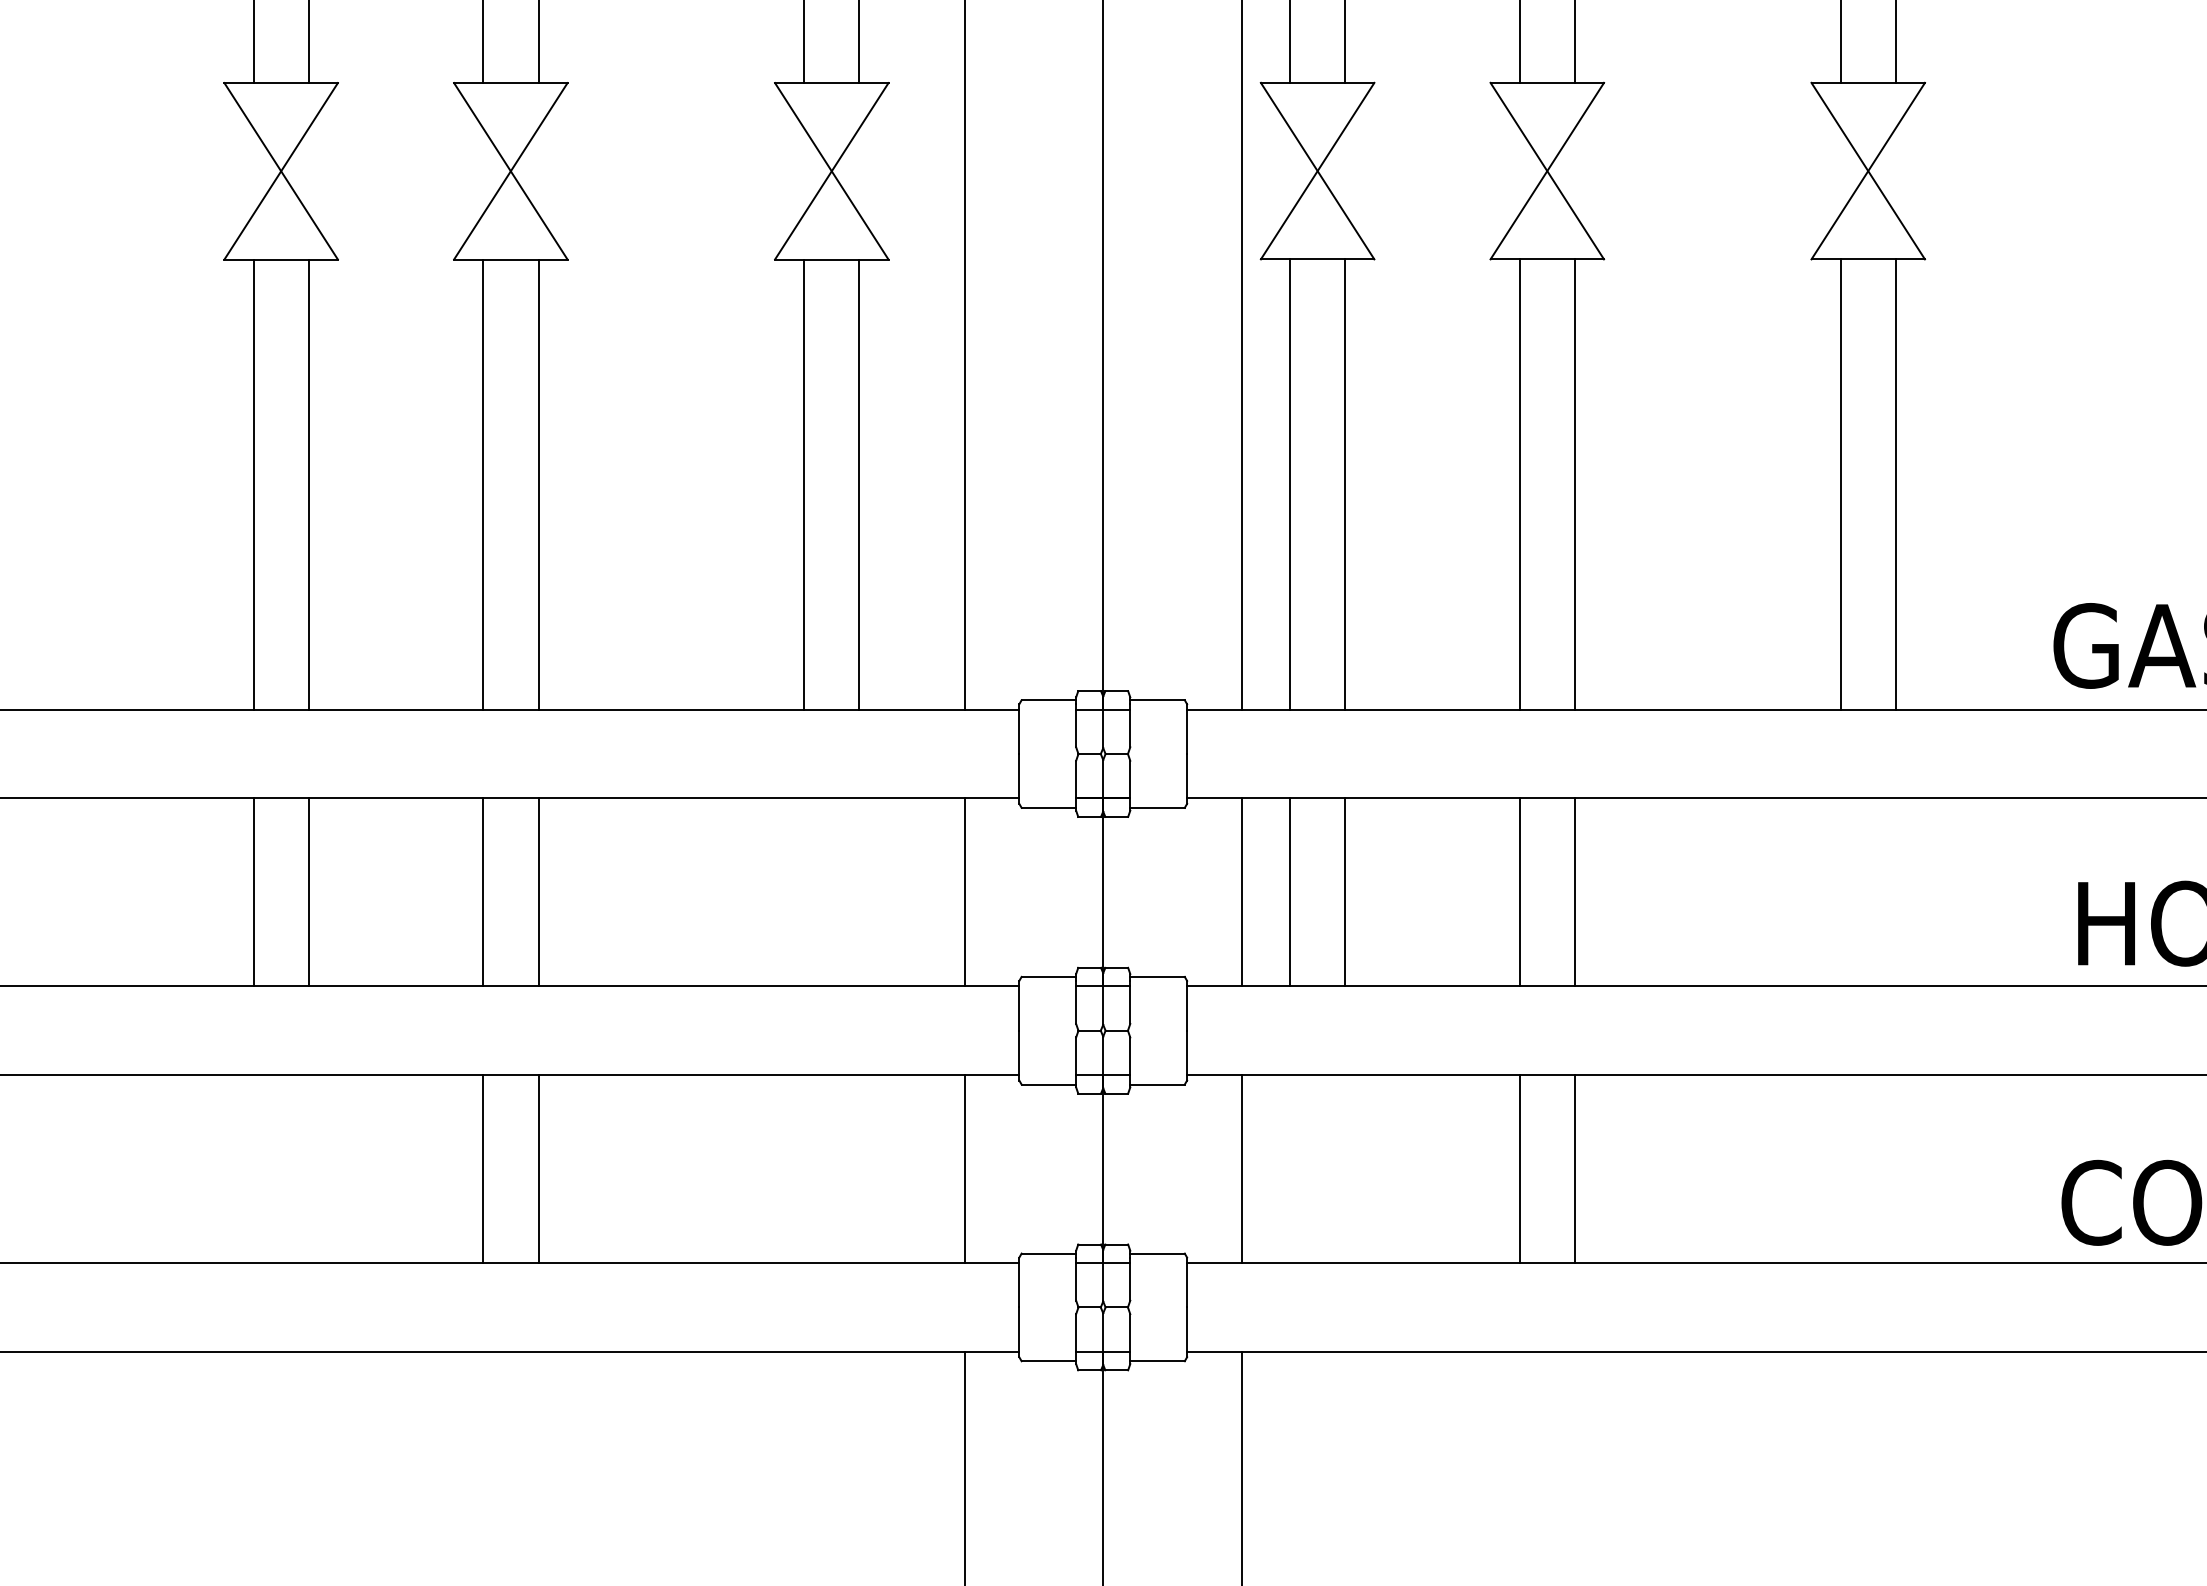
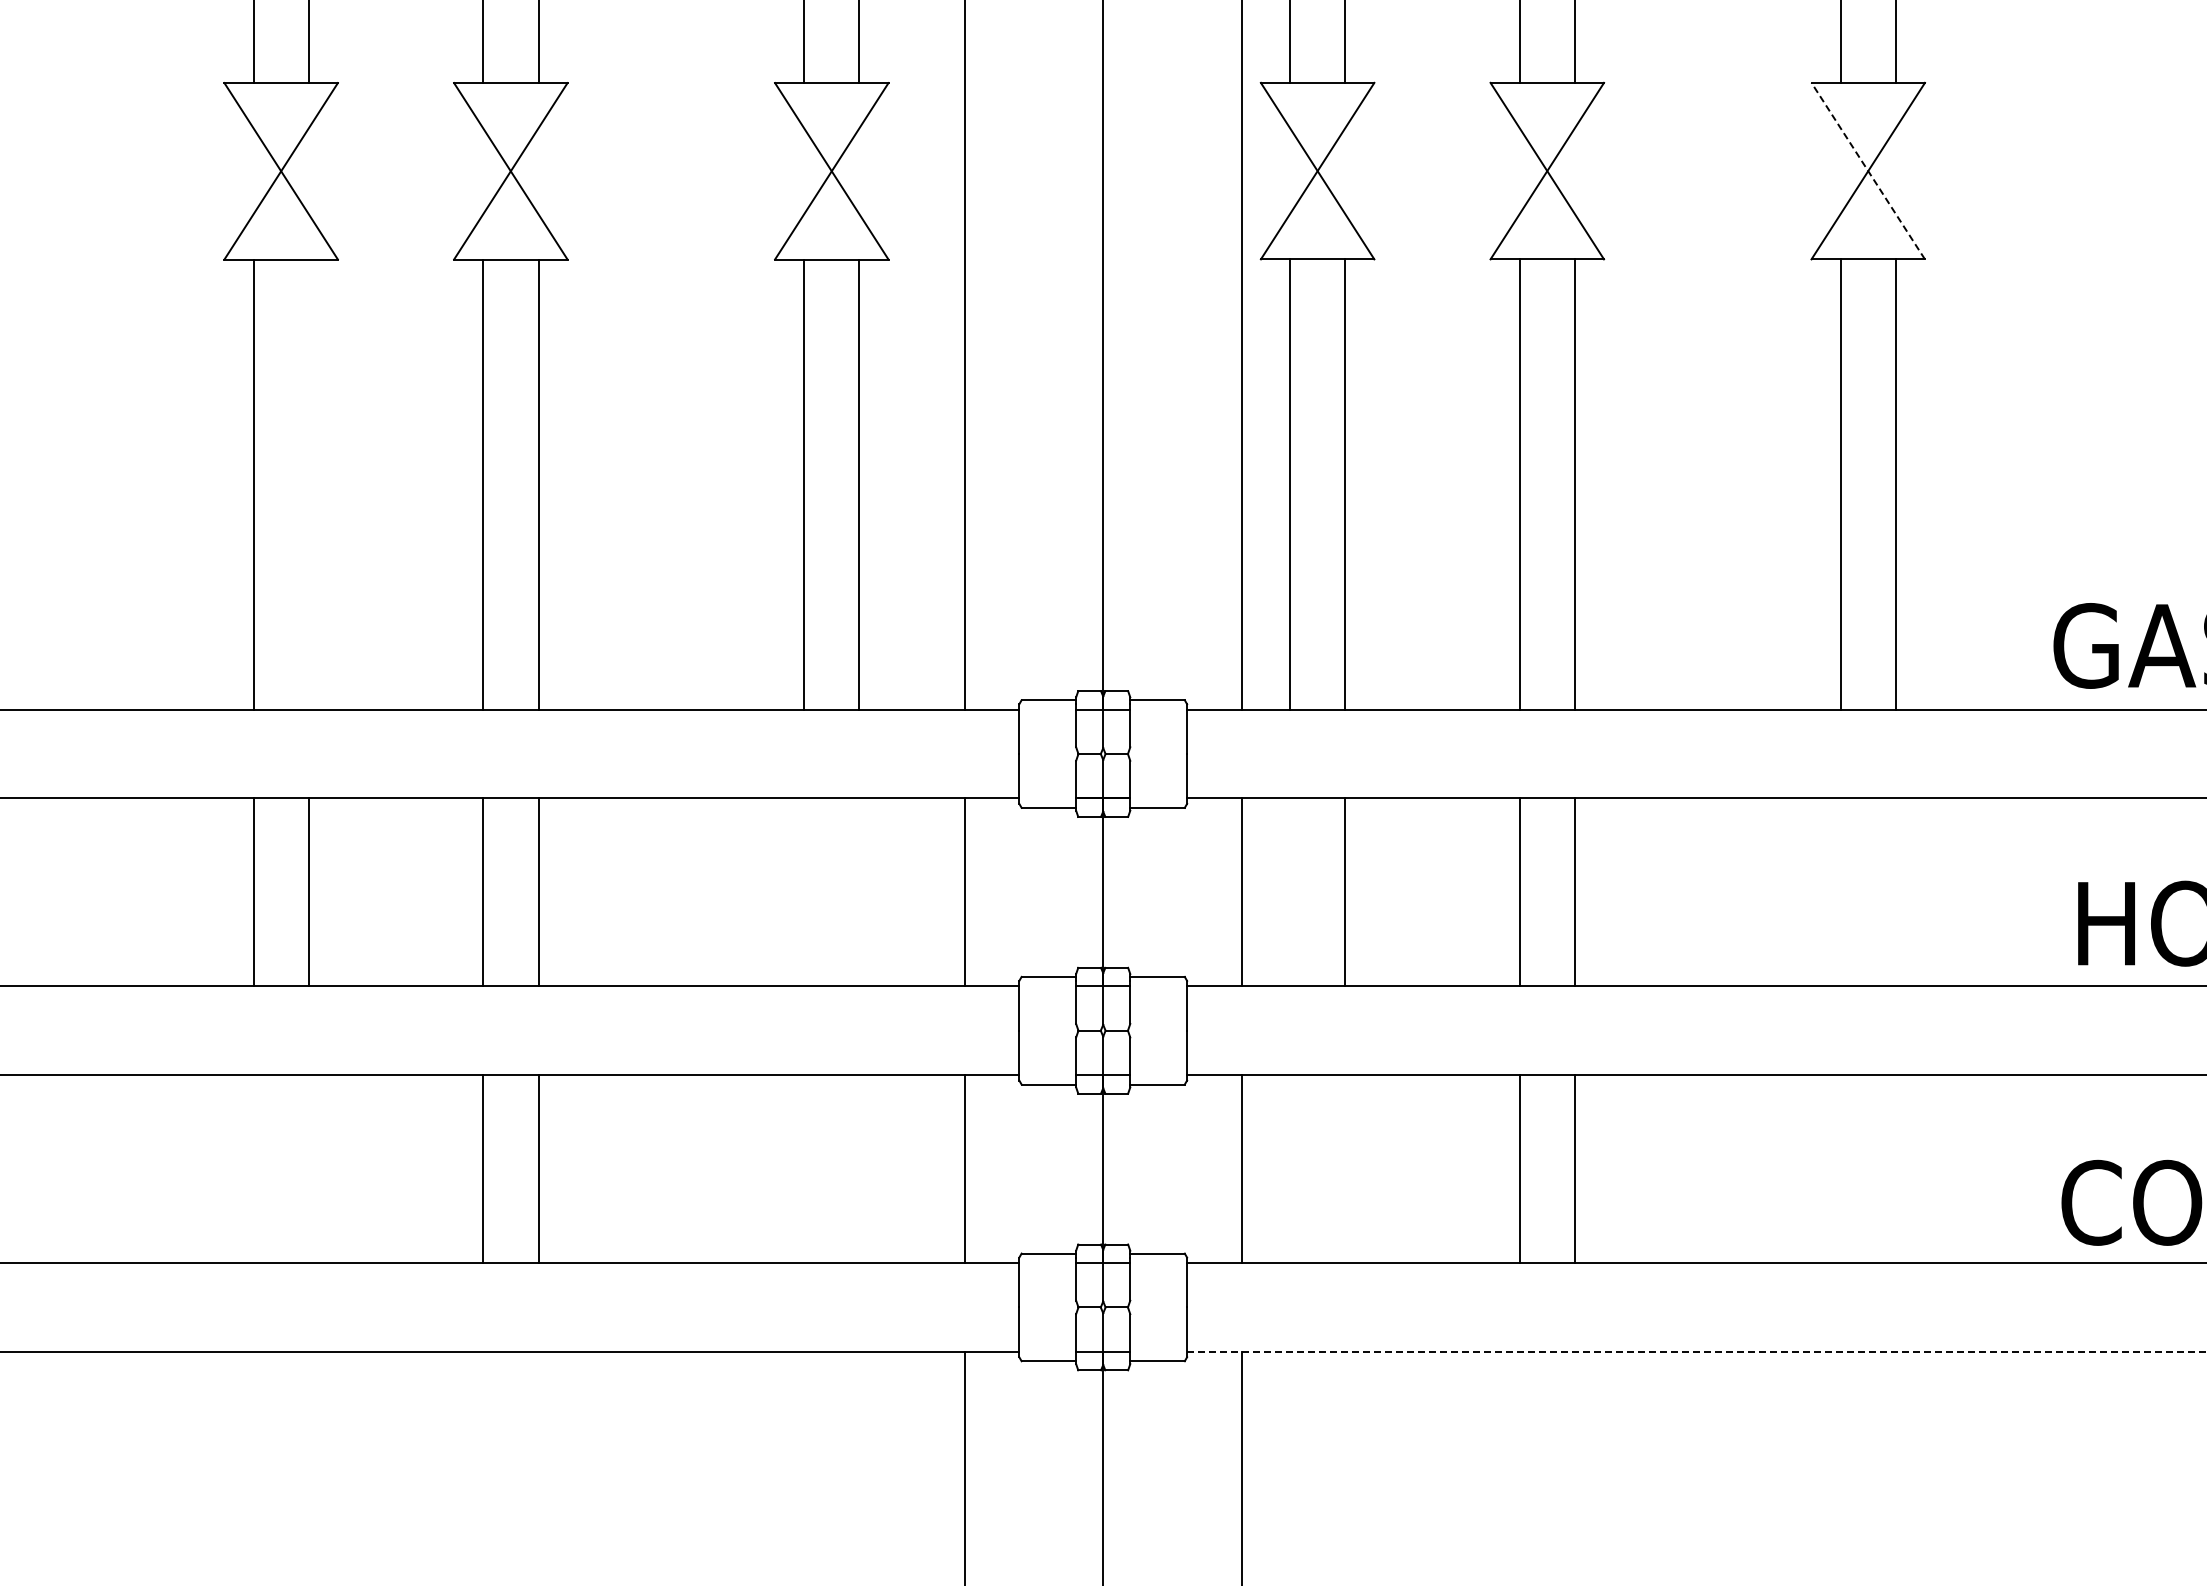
line at (1868, 171): solid -> dashed
line at (308, 484): present -> none
line at (1289, 892): present -> none
line at (1696, 1351): solid -> dashed
